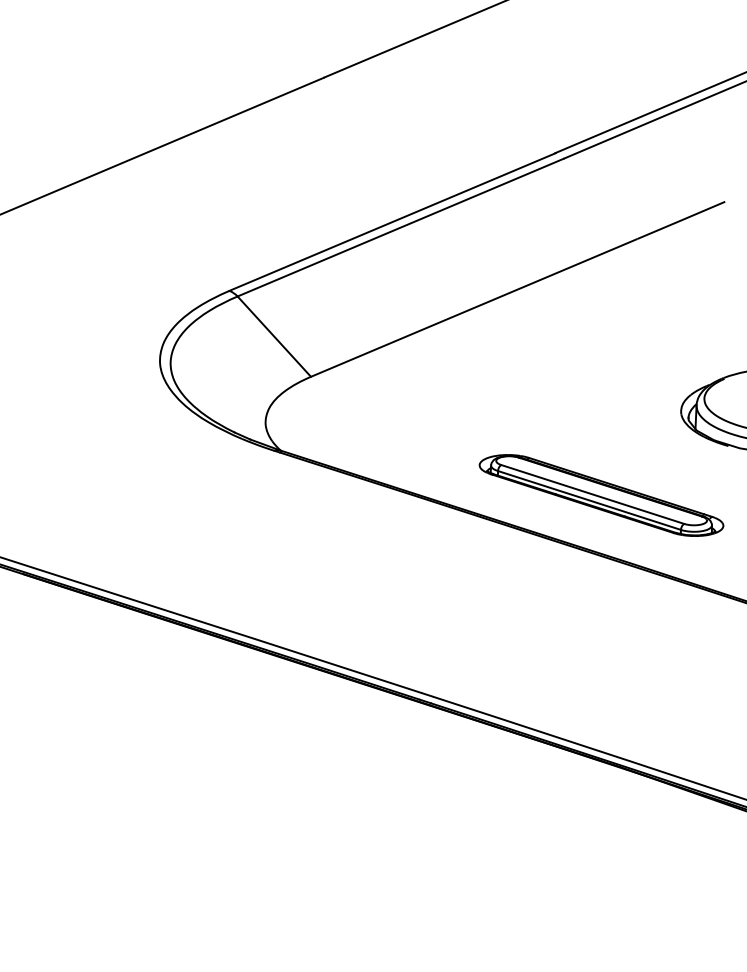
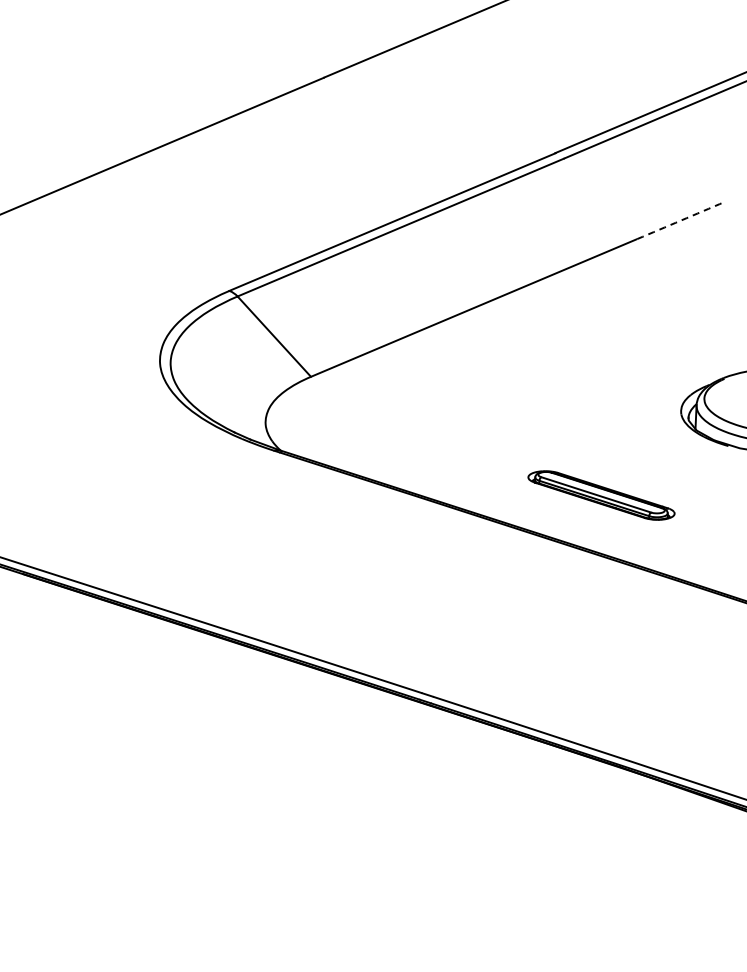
arc at (681, 220): solid -> dashed
part at (601, 495) size: 247x83 px -> 149x51 px
